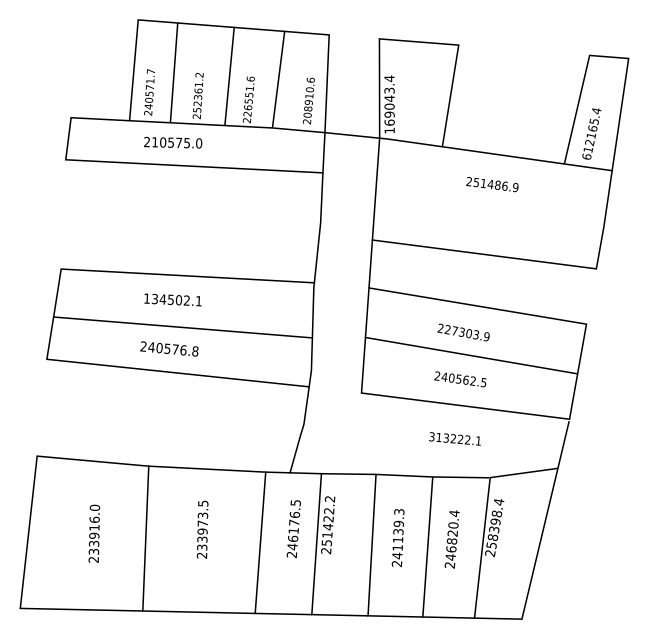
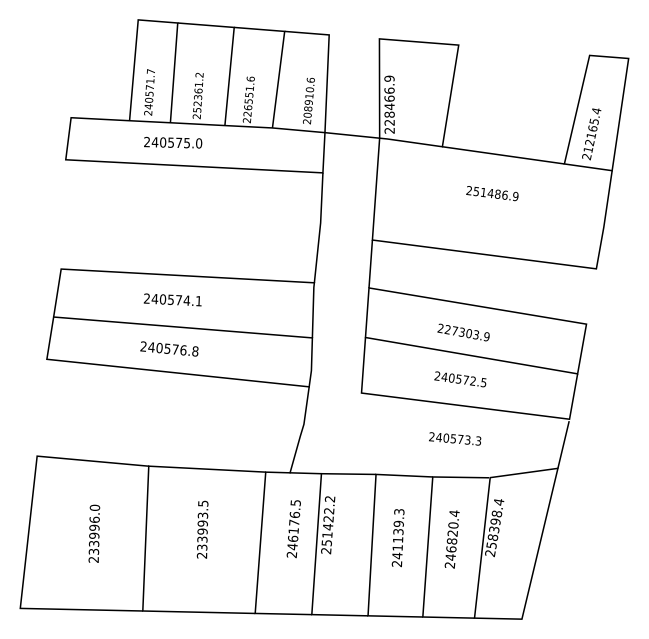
text at (389, 104): 169043.4 -> 228466.9
text at (154, 142): 210575.0 -> 240575.0
text at (586, 156): 612165.4 -> 212165.4
text at (492, 184) position: (492, 184) -> (492, 193)
text at (166, 299): 134502.1 -> 240574.1
text at (466, 379): 240562.5 -> 240572.5
text at (455, 438): 313222.1 -> 240573.3
text at (202, 523): 233973.5 -> 233993.5
text at (94, 527): 233916.0 -> 233996.0
